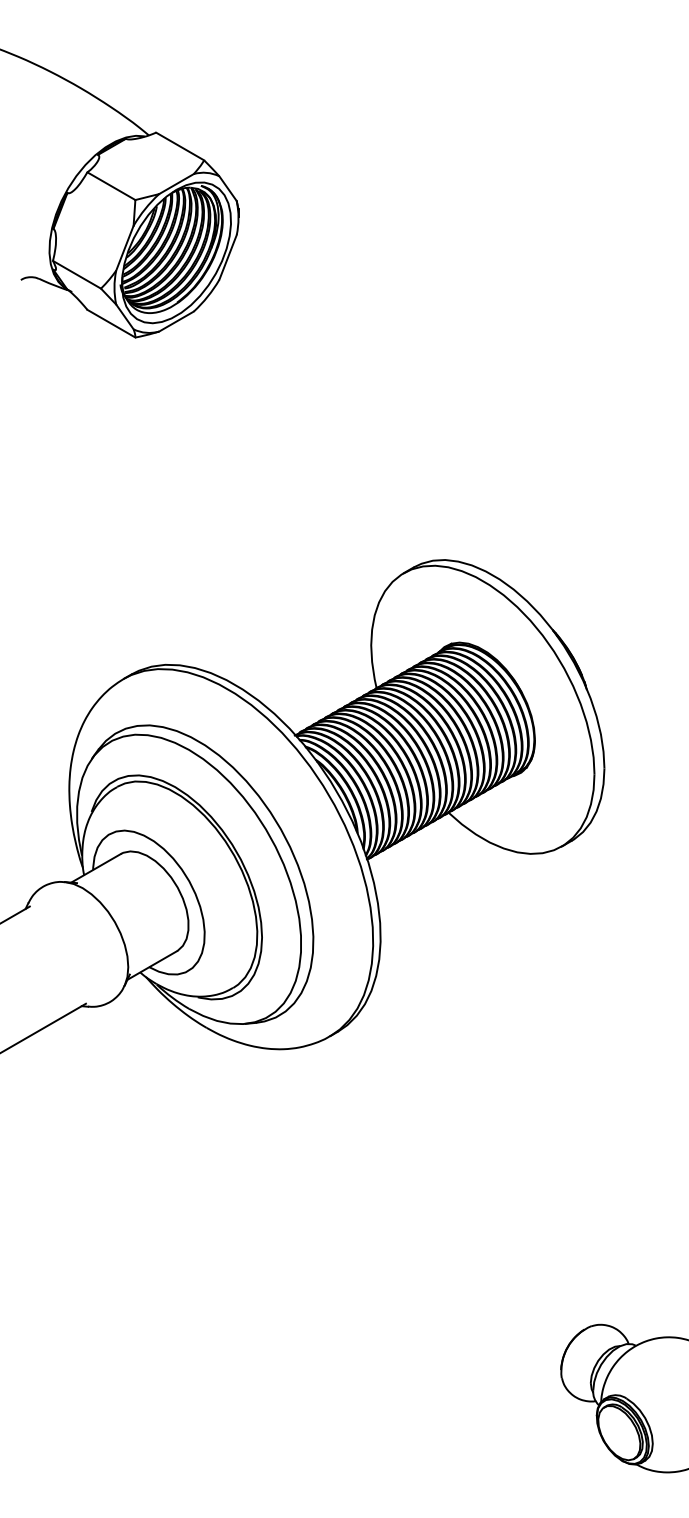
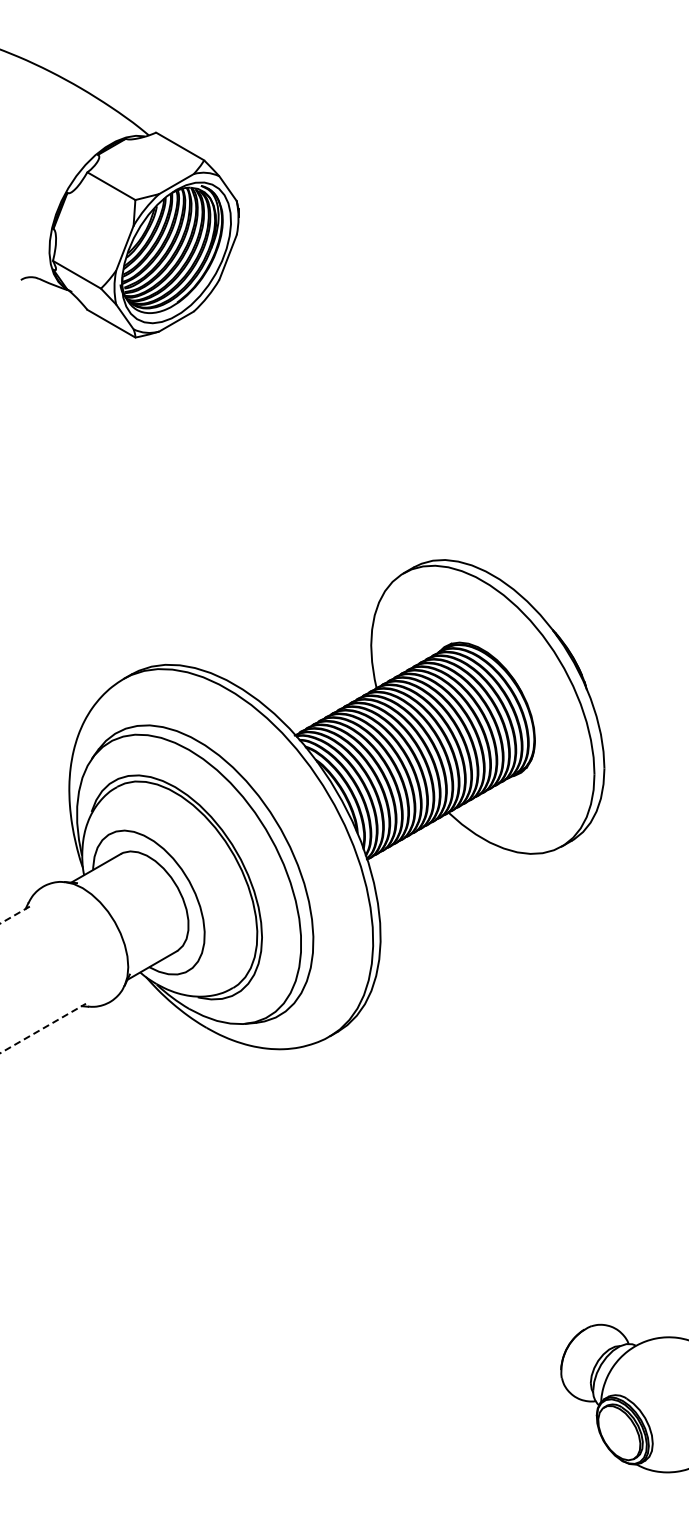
line at (15, 915): solid -> dashed
line at (43, 1028): solid -> dashed
